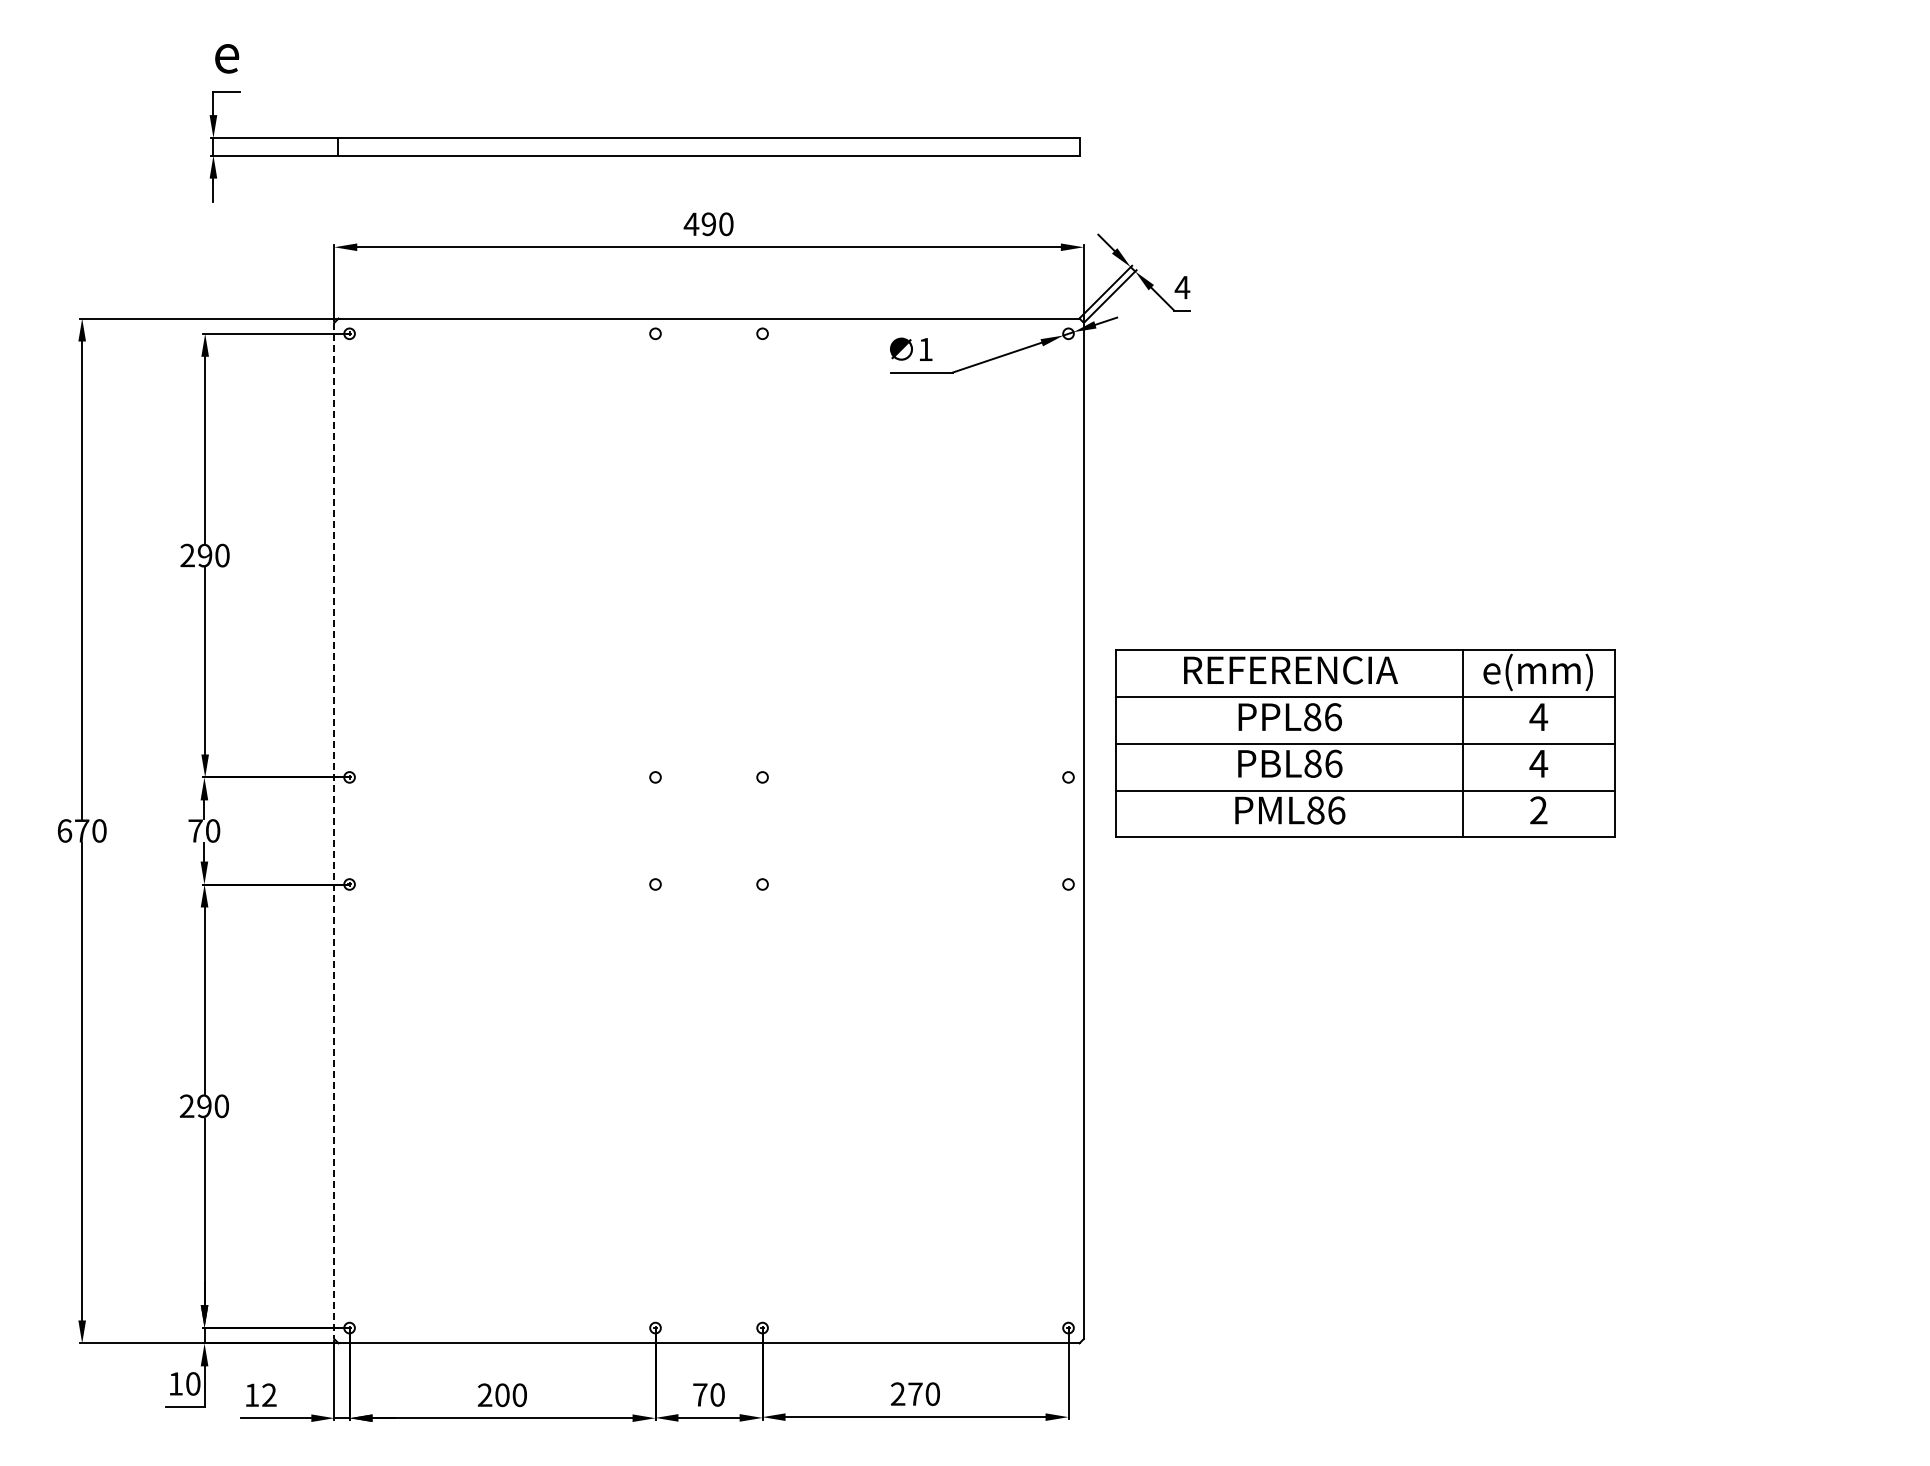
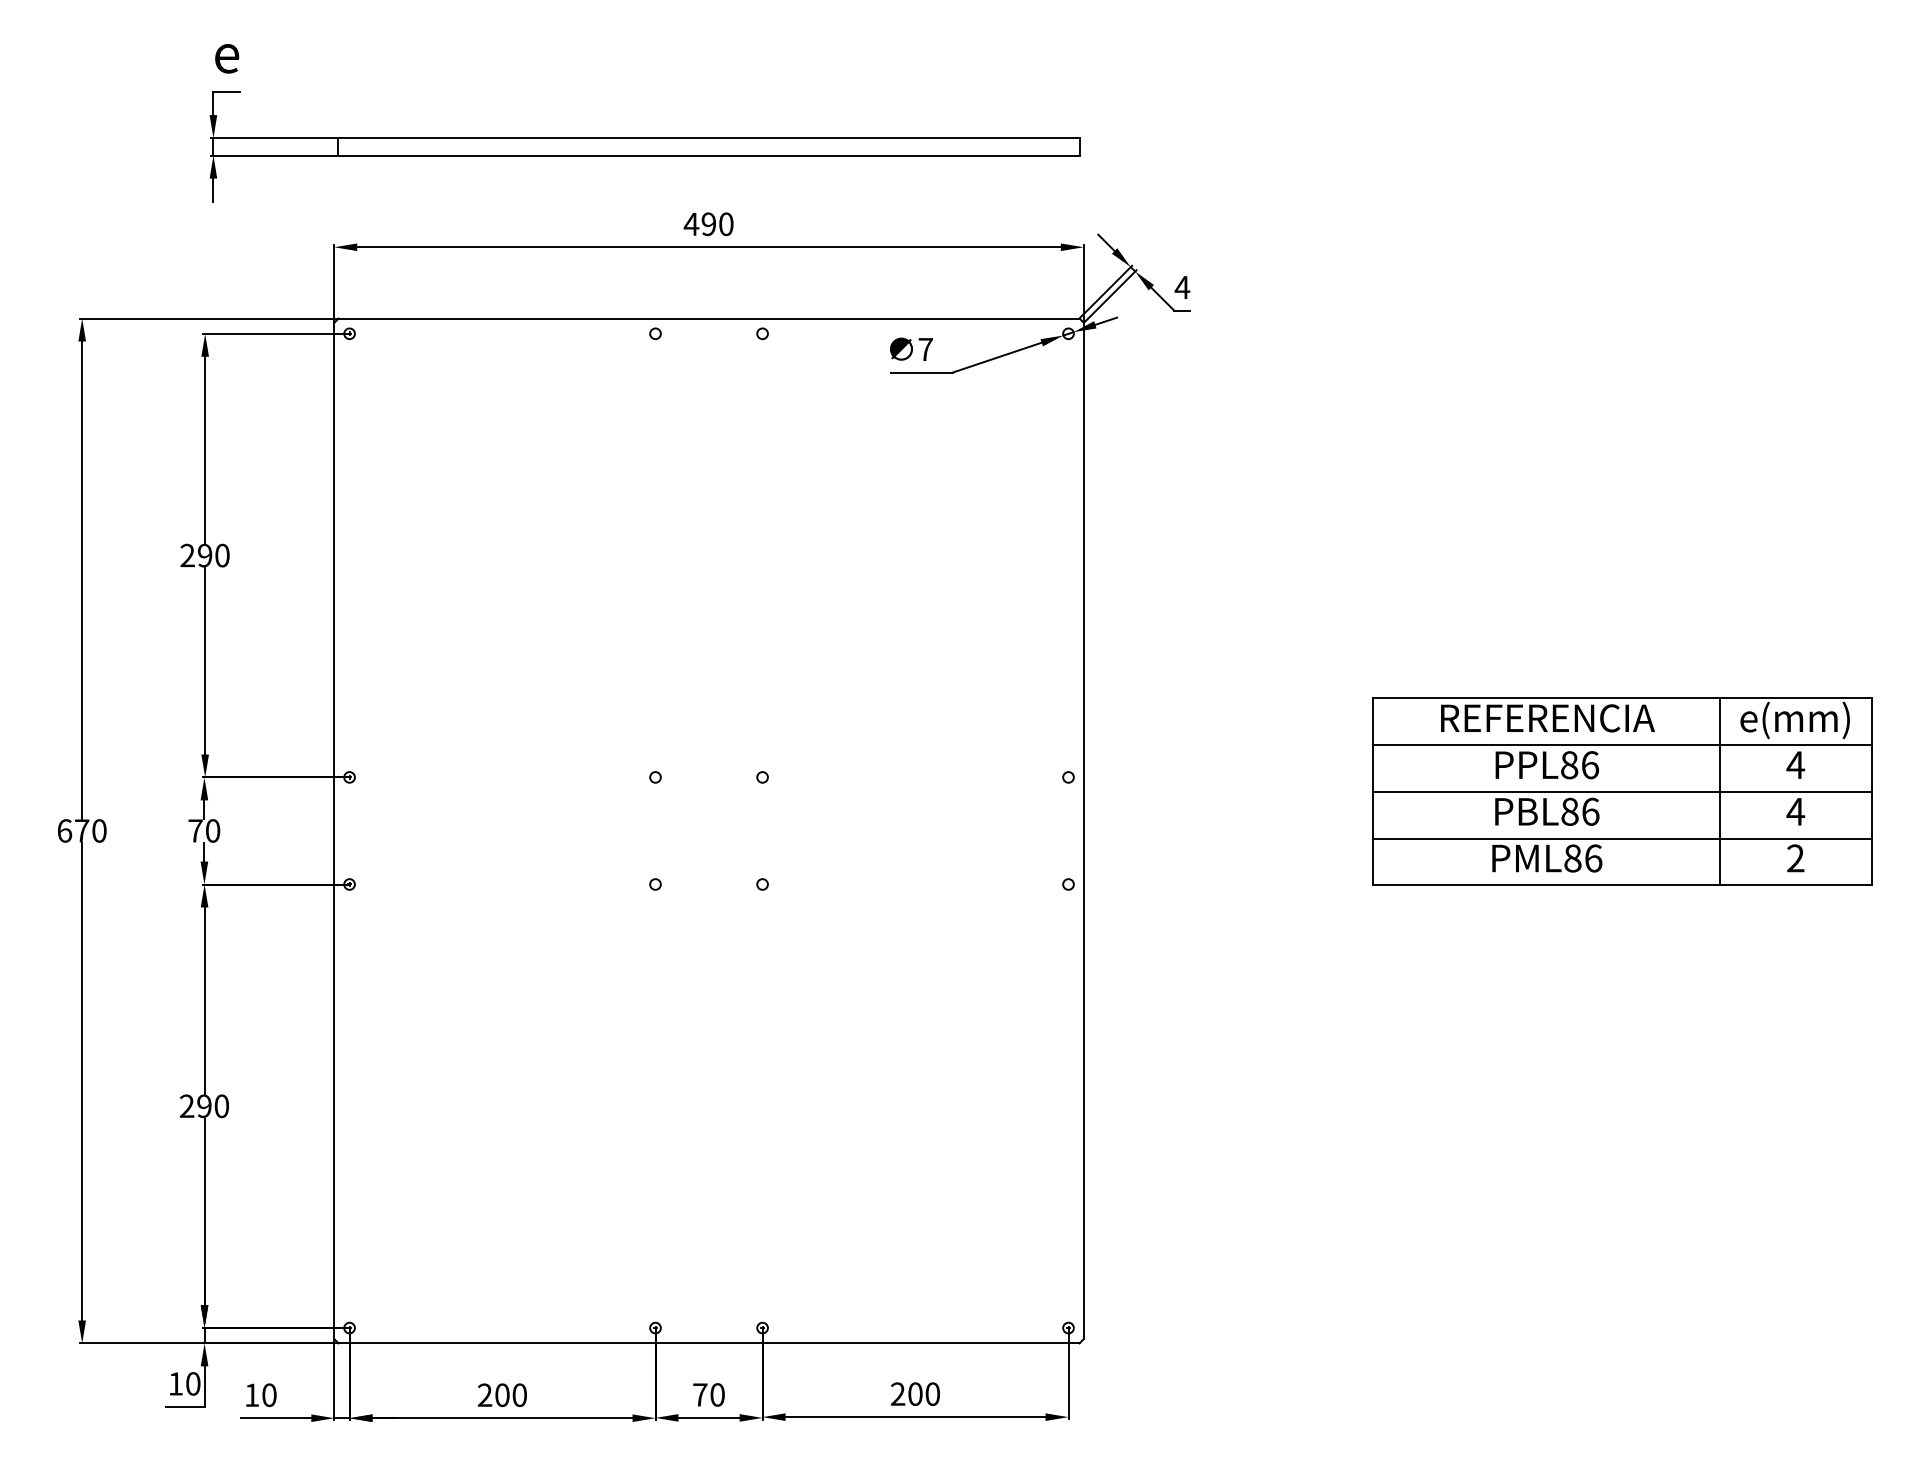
text at (925, 349): 1 -> 7
part at (1365, 743) position: (1365, 743) -> (1622, 791)
line at (334, 831): dashed -> solid
text at (915, 1393): 270 -> 200
text at (269, 1395): 12 -> 10
